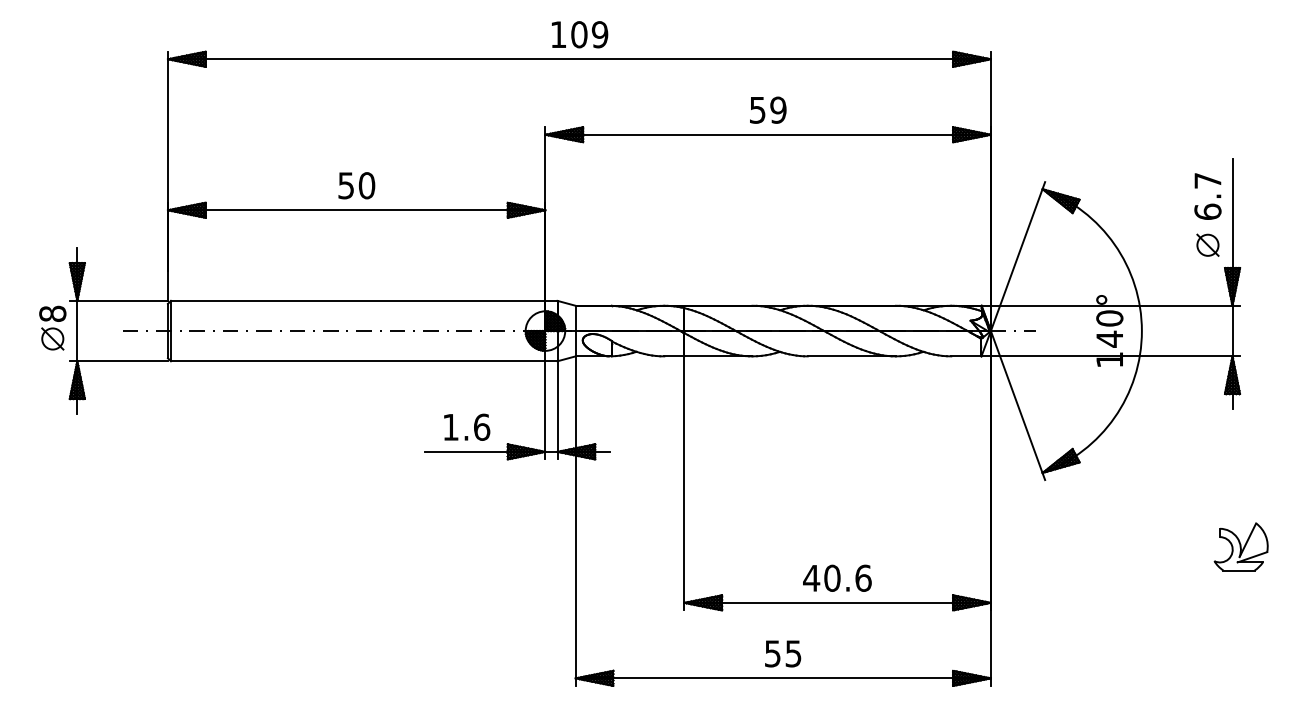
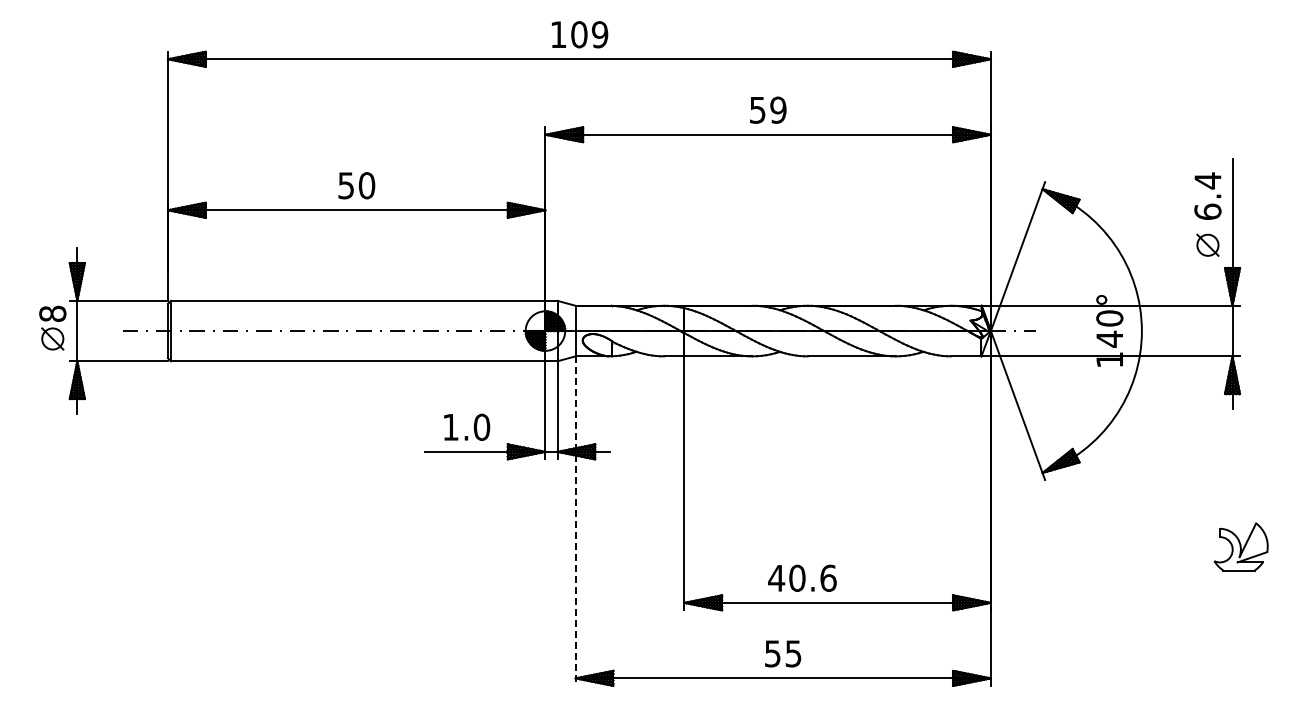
text at (1207, 180): 6.7 -> 6.4
text at (481, 426): 1.6 -> 1.0
line at (575, 521): solid -> dashed
text at (837, 577) position: (837, 577) -> (802, 577)
